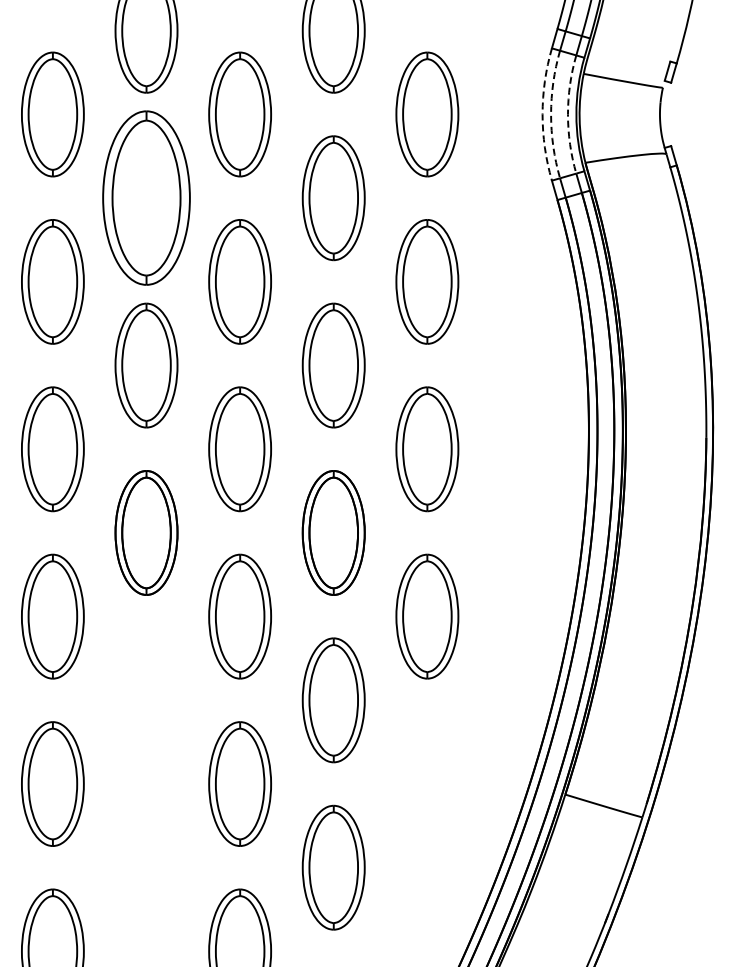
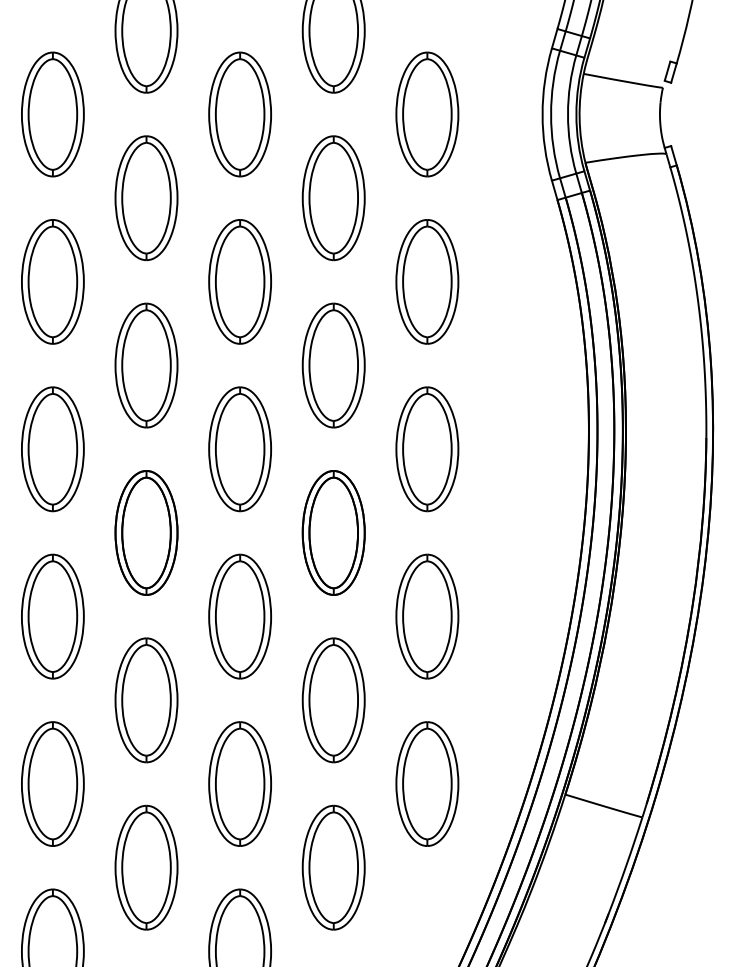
arc at (542, 114): dashed -> solid
arc at (551, 114): dashed -> solid
arc at (567, 114): dashed -> solid
part at (146, 197) size: 89x176 px -> 65x127 px
part at (146, 700): none -> present
part at (427, 783): none -> present
part at (146, 867): none -> present
